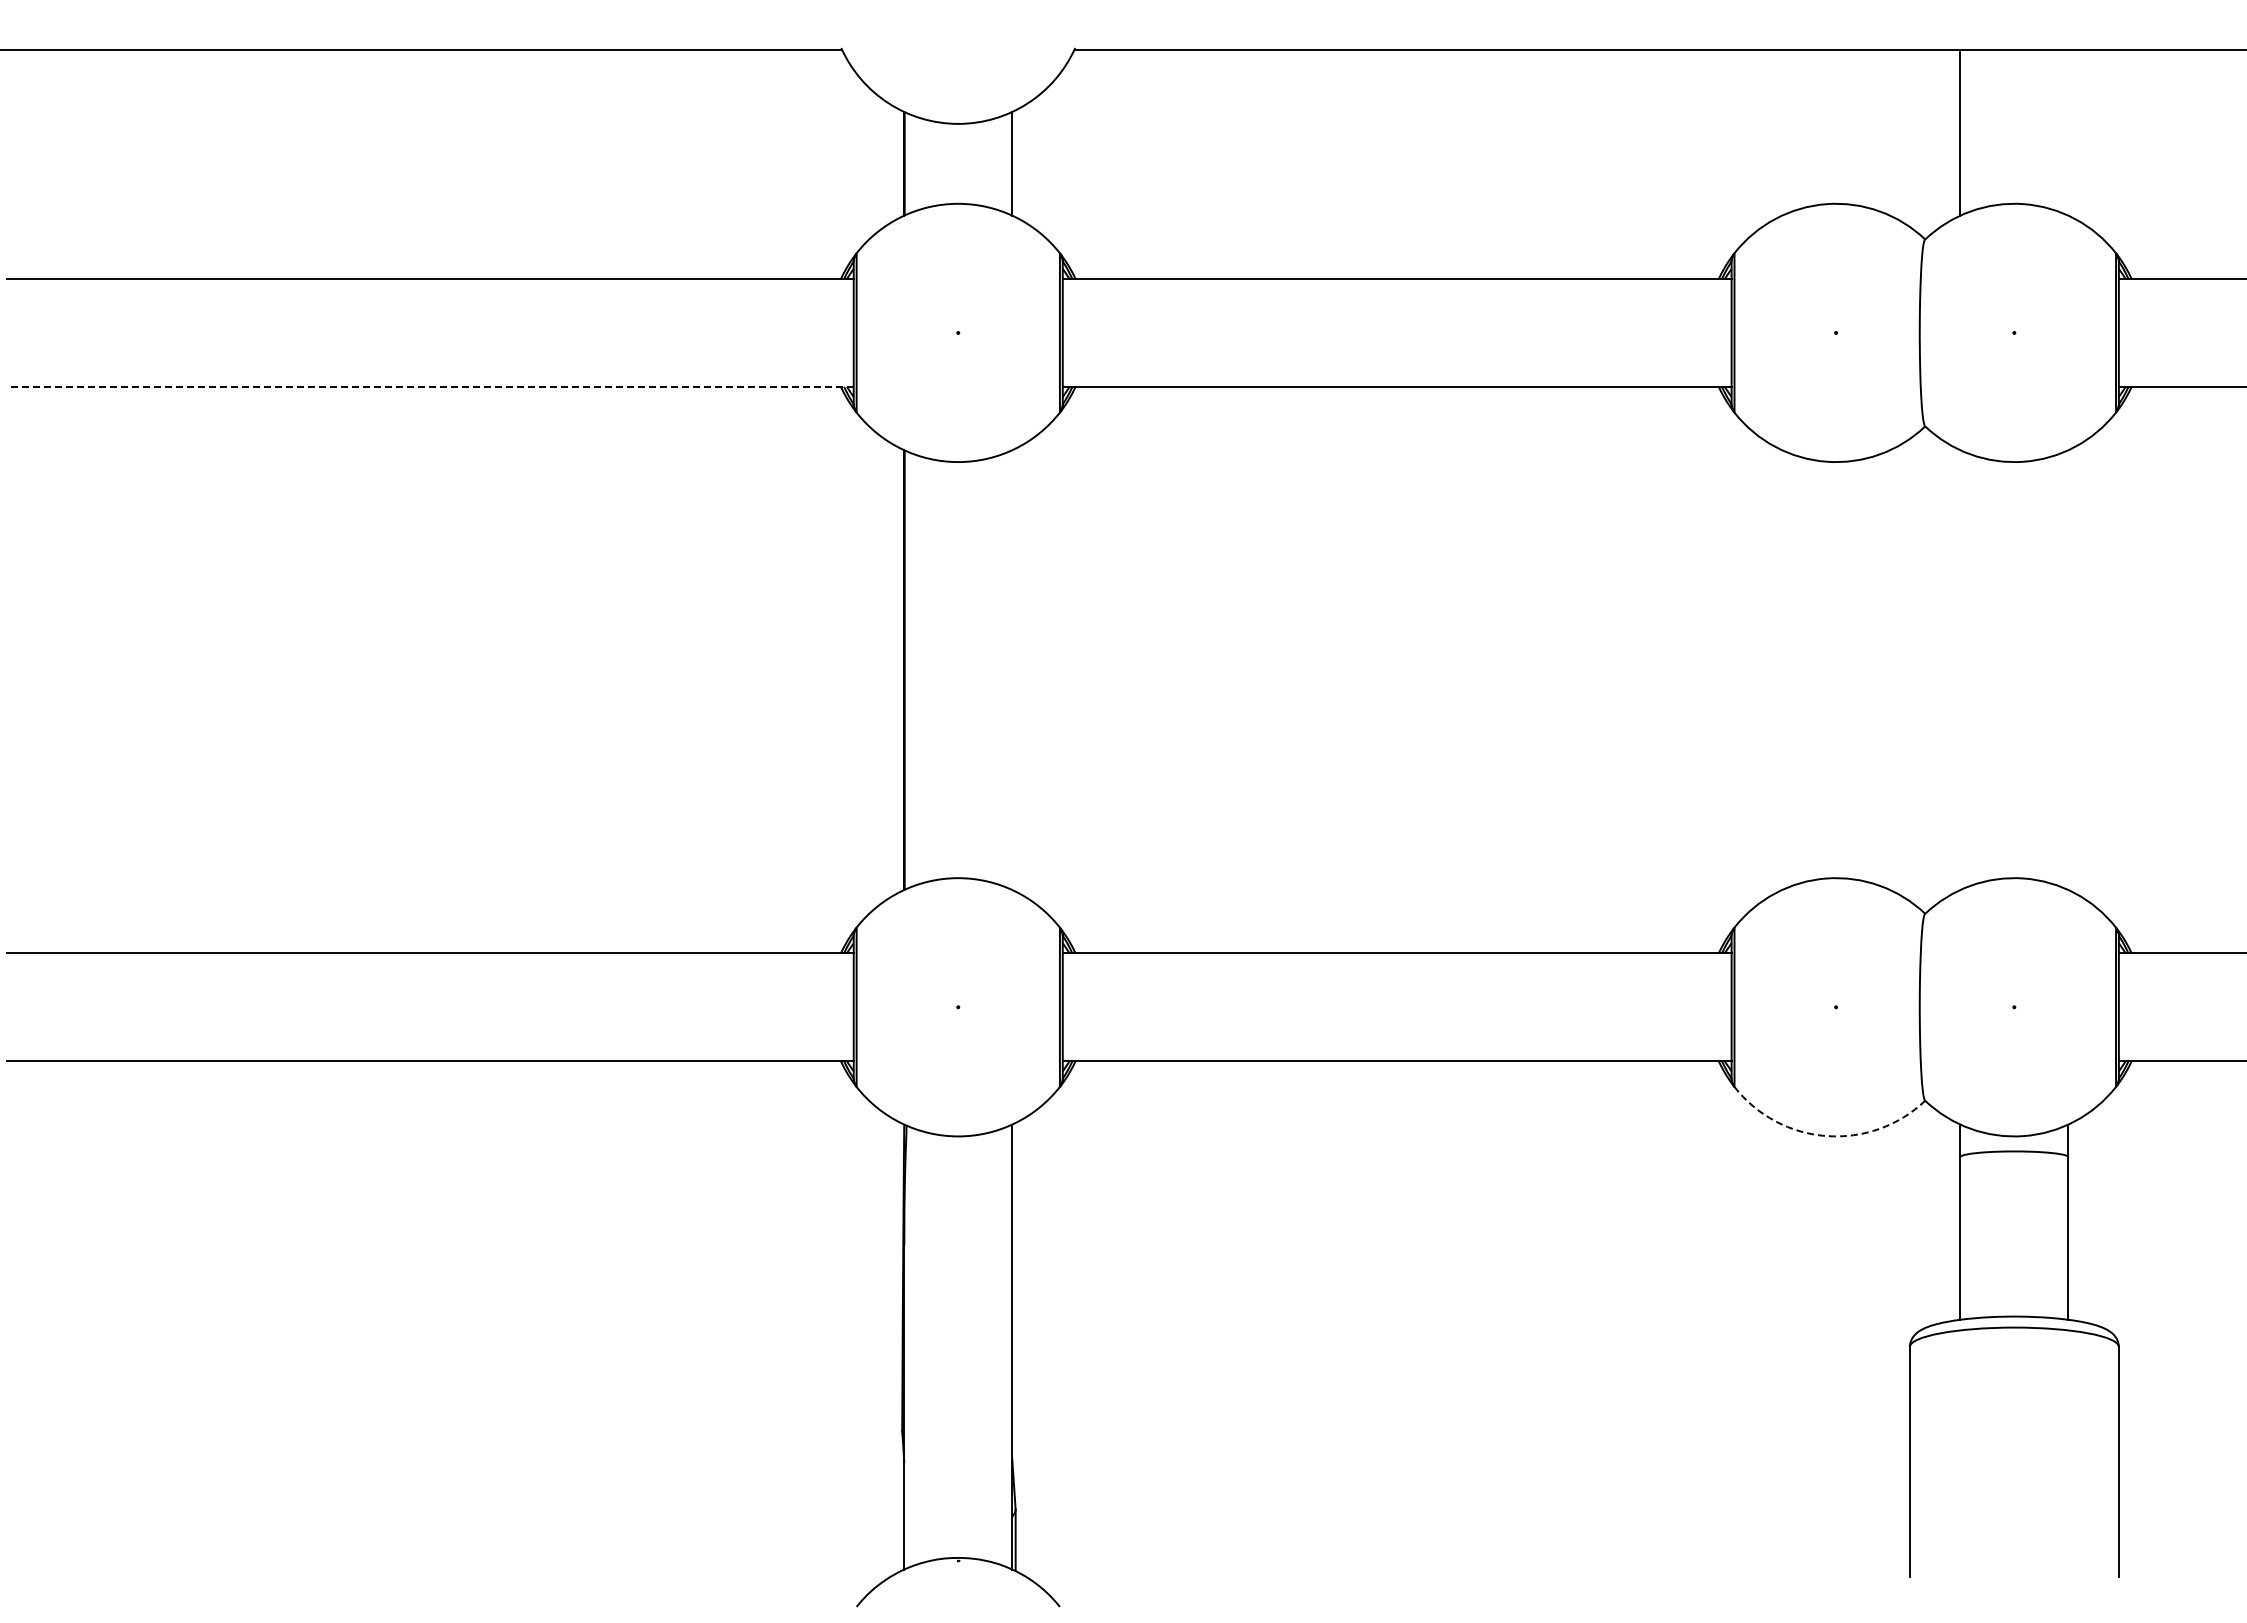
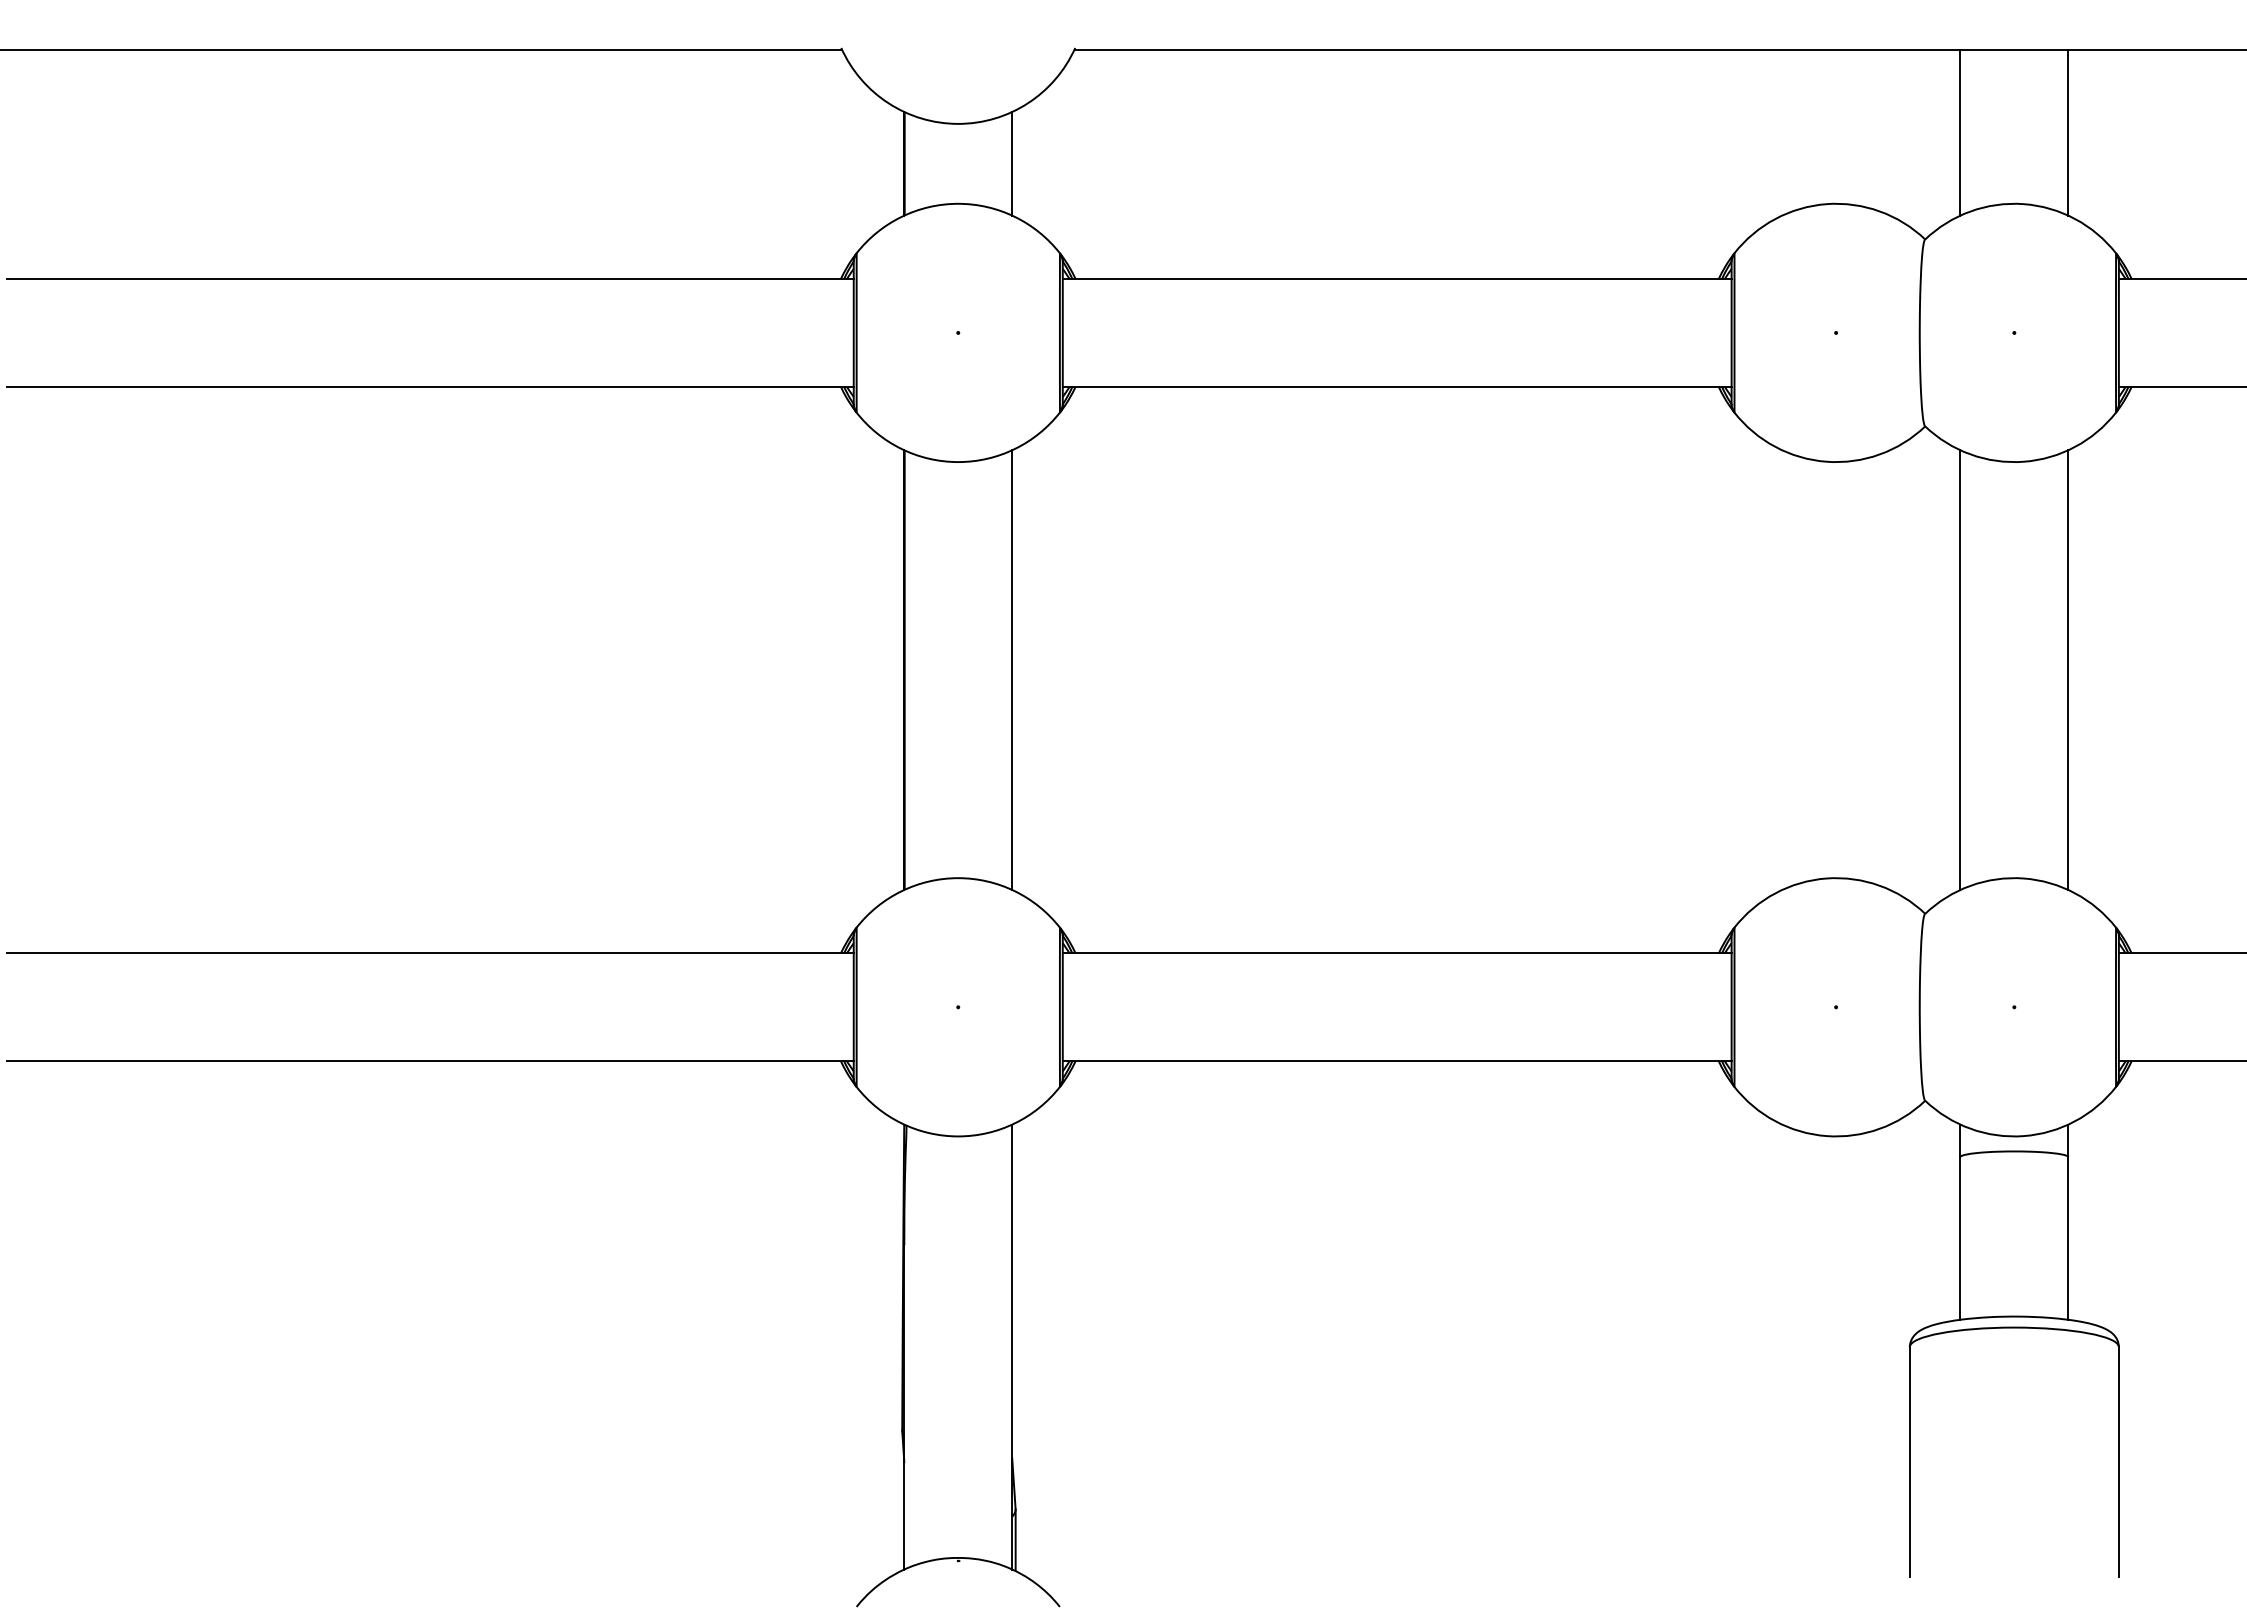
line at (2068, 132): none -> present
line at (430, 386): dashed -> solid
line at (1012, 669): none -> present
line at (1960, 669): none -> present
line at (2068, 669): none -> present
arc at (1826, 1136): dashed -> solid
